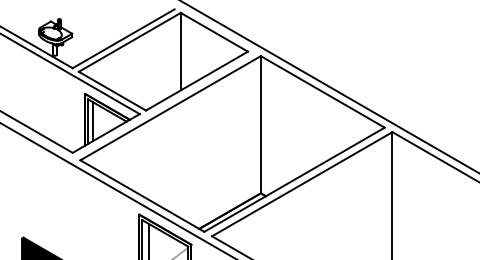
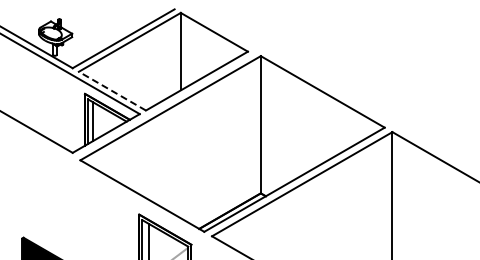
line at (329, 86): present -> none
line at (112, 91): solid -> dashed
line at (117, 190): present -> none
